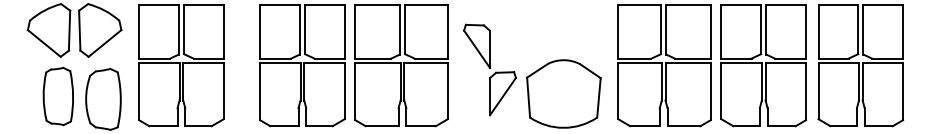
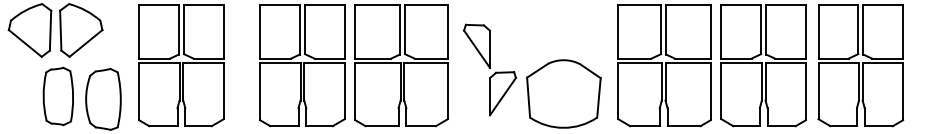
part at (74, 30) position: (74, 30) -> (55, 30)
